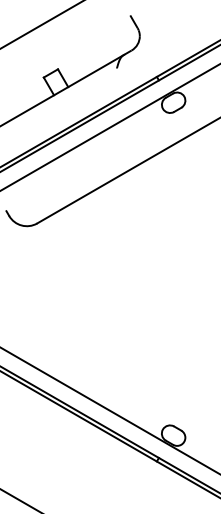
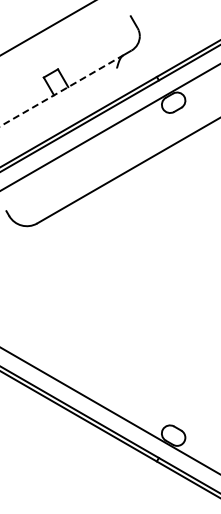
line at (41, 24) position: (41, 24) -> (47, 28)
line at (61, 90): solid -> dashed
line at (19, 500): present -> none
